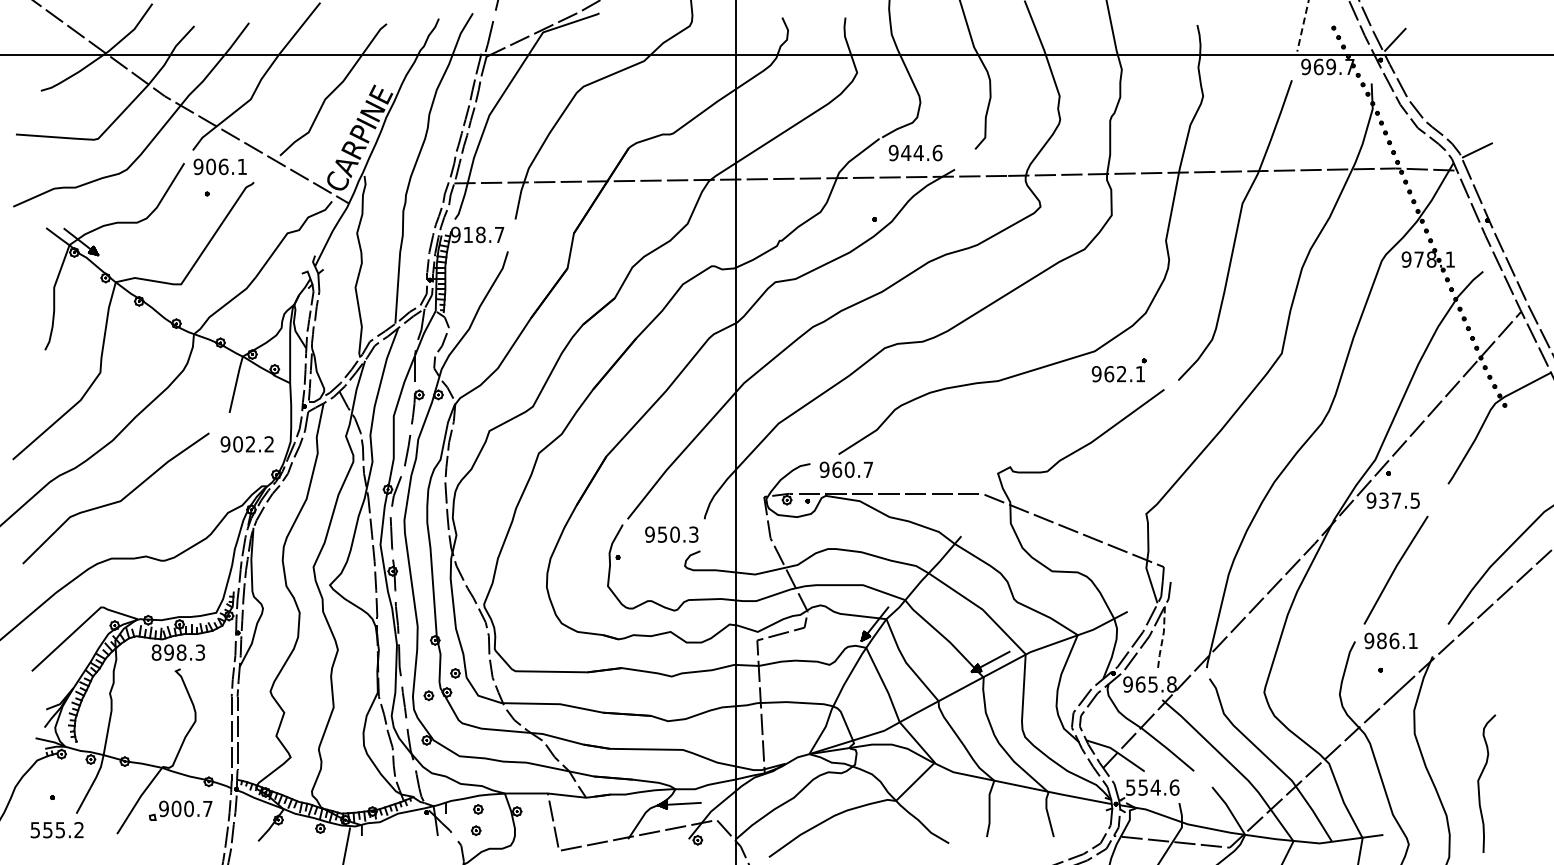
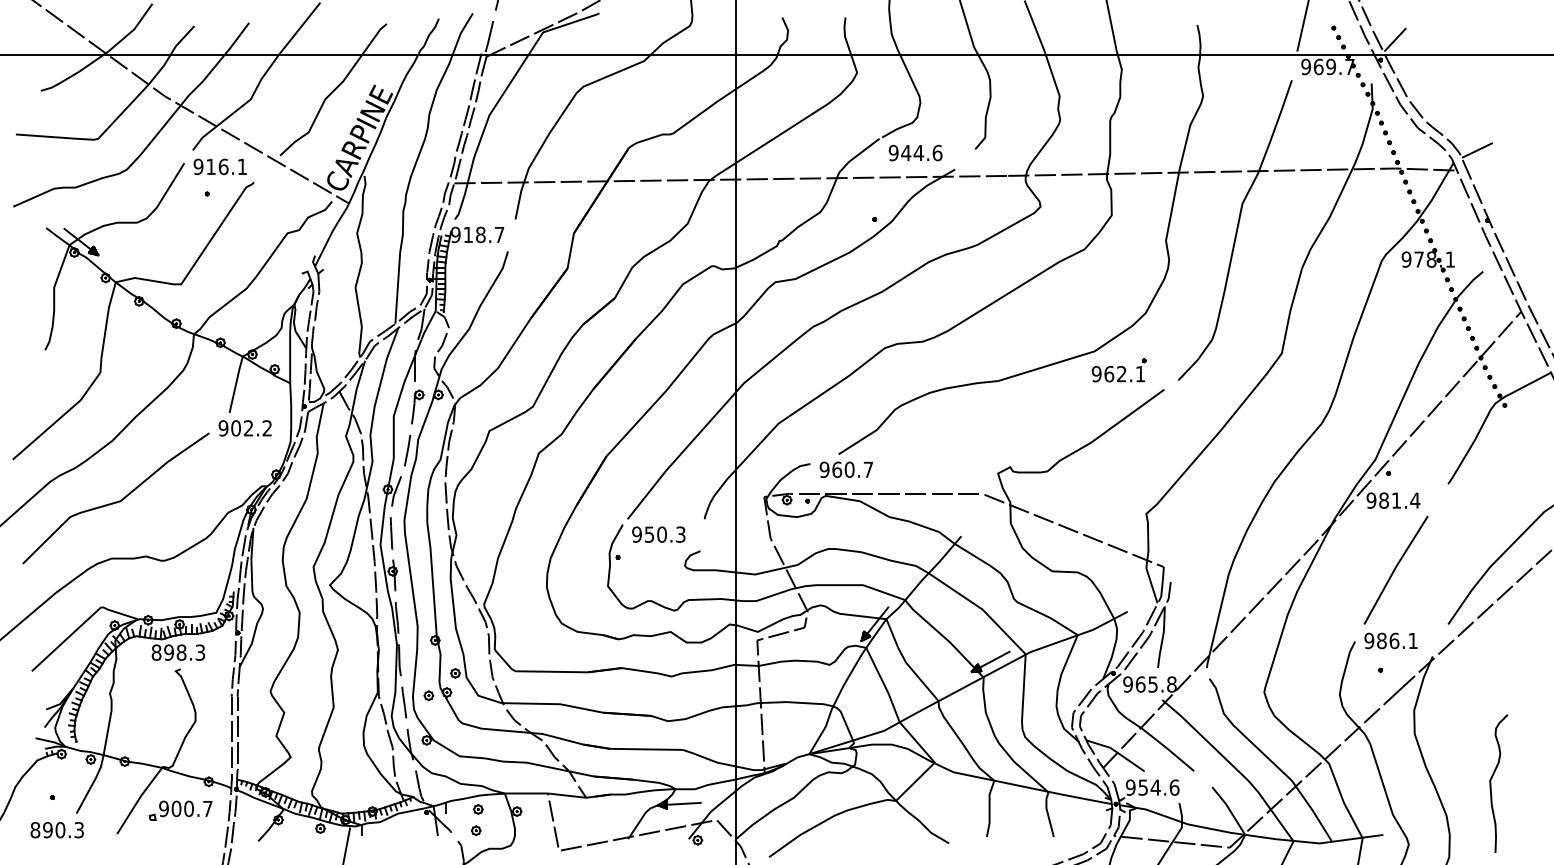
line at (1302, 26): dashed -> solid
text at (210, 166): 906.1 -> 916.1
text at (246, 444) position: (246, 444) -> (244, 428)
text at (1399, 500): 937.5 -> 981.4
text at (671, 534) position: (671, 534) -> (658, 534)
line at (1162, 637): dashed -> solid
curve at (1479, 783) position: (1479, 783) -> (1491, 783)
text at (1130, 787): 554.6 -> 954.6
text at (56, 830): 555.2 -> 890.3
